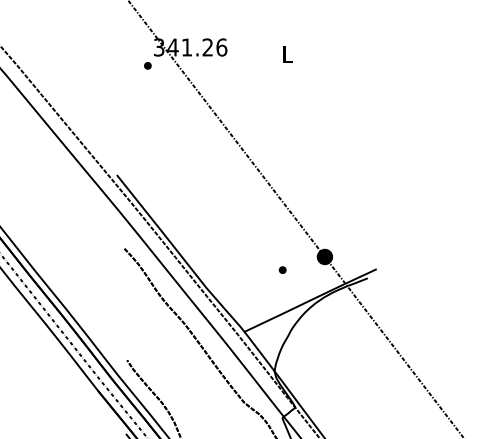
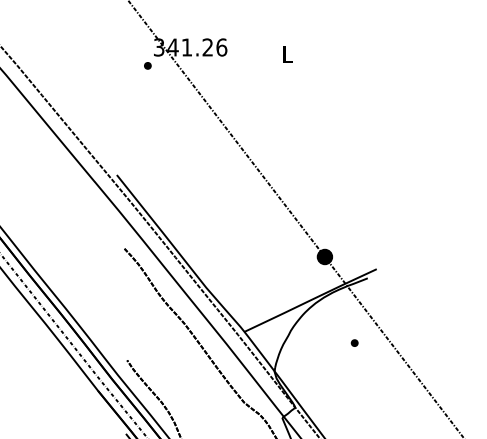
part at (282, 269) position: (282, 269) -> (354, 342)
